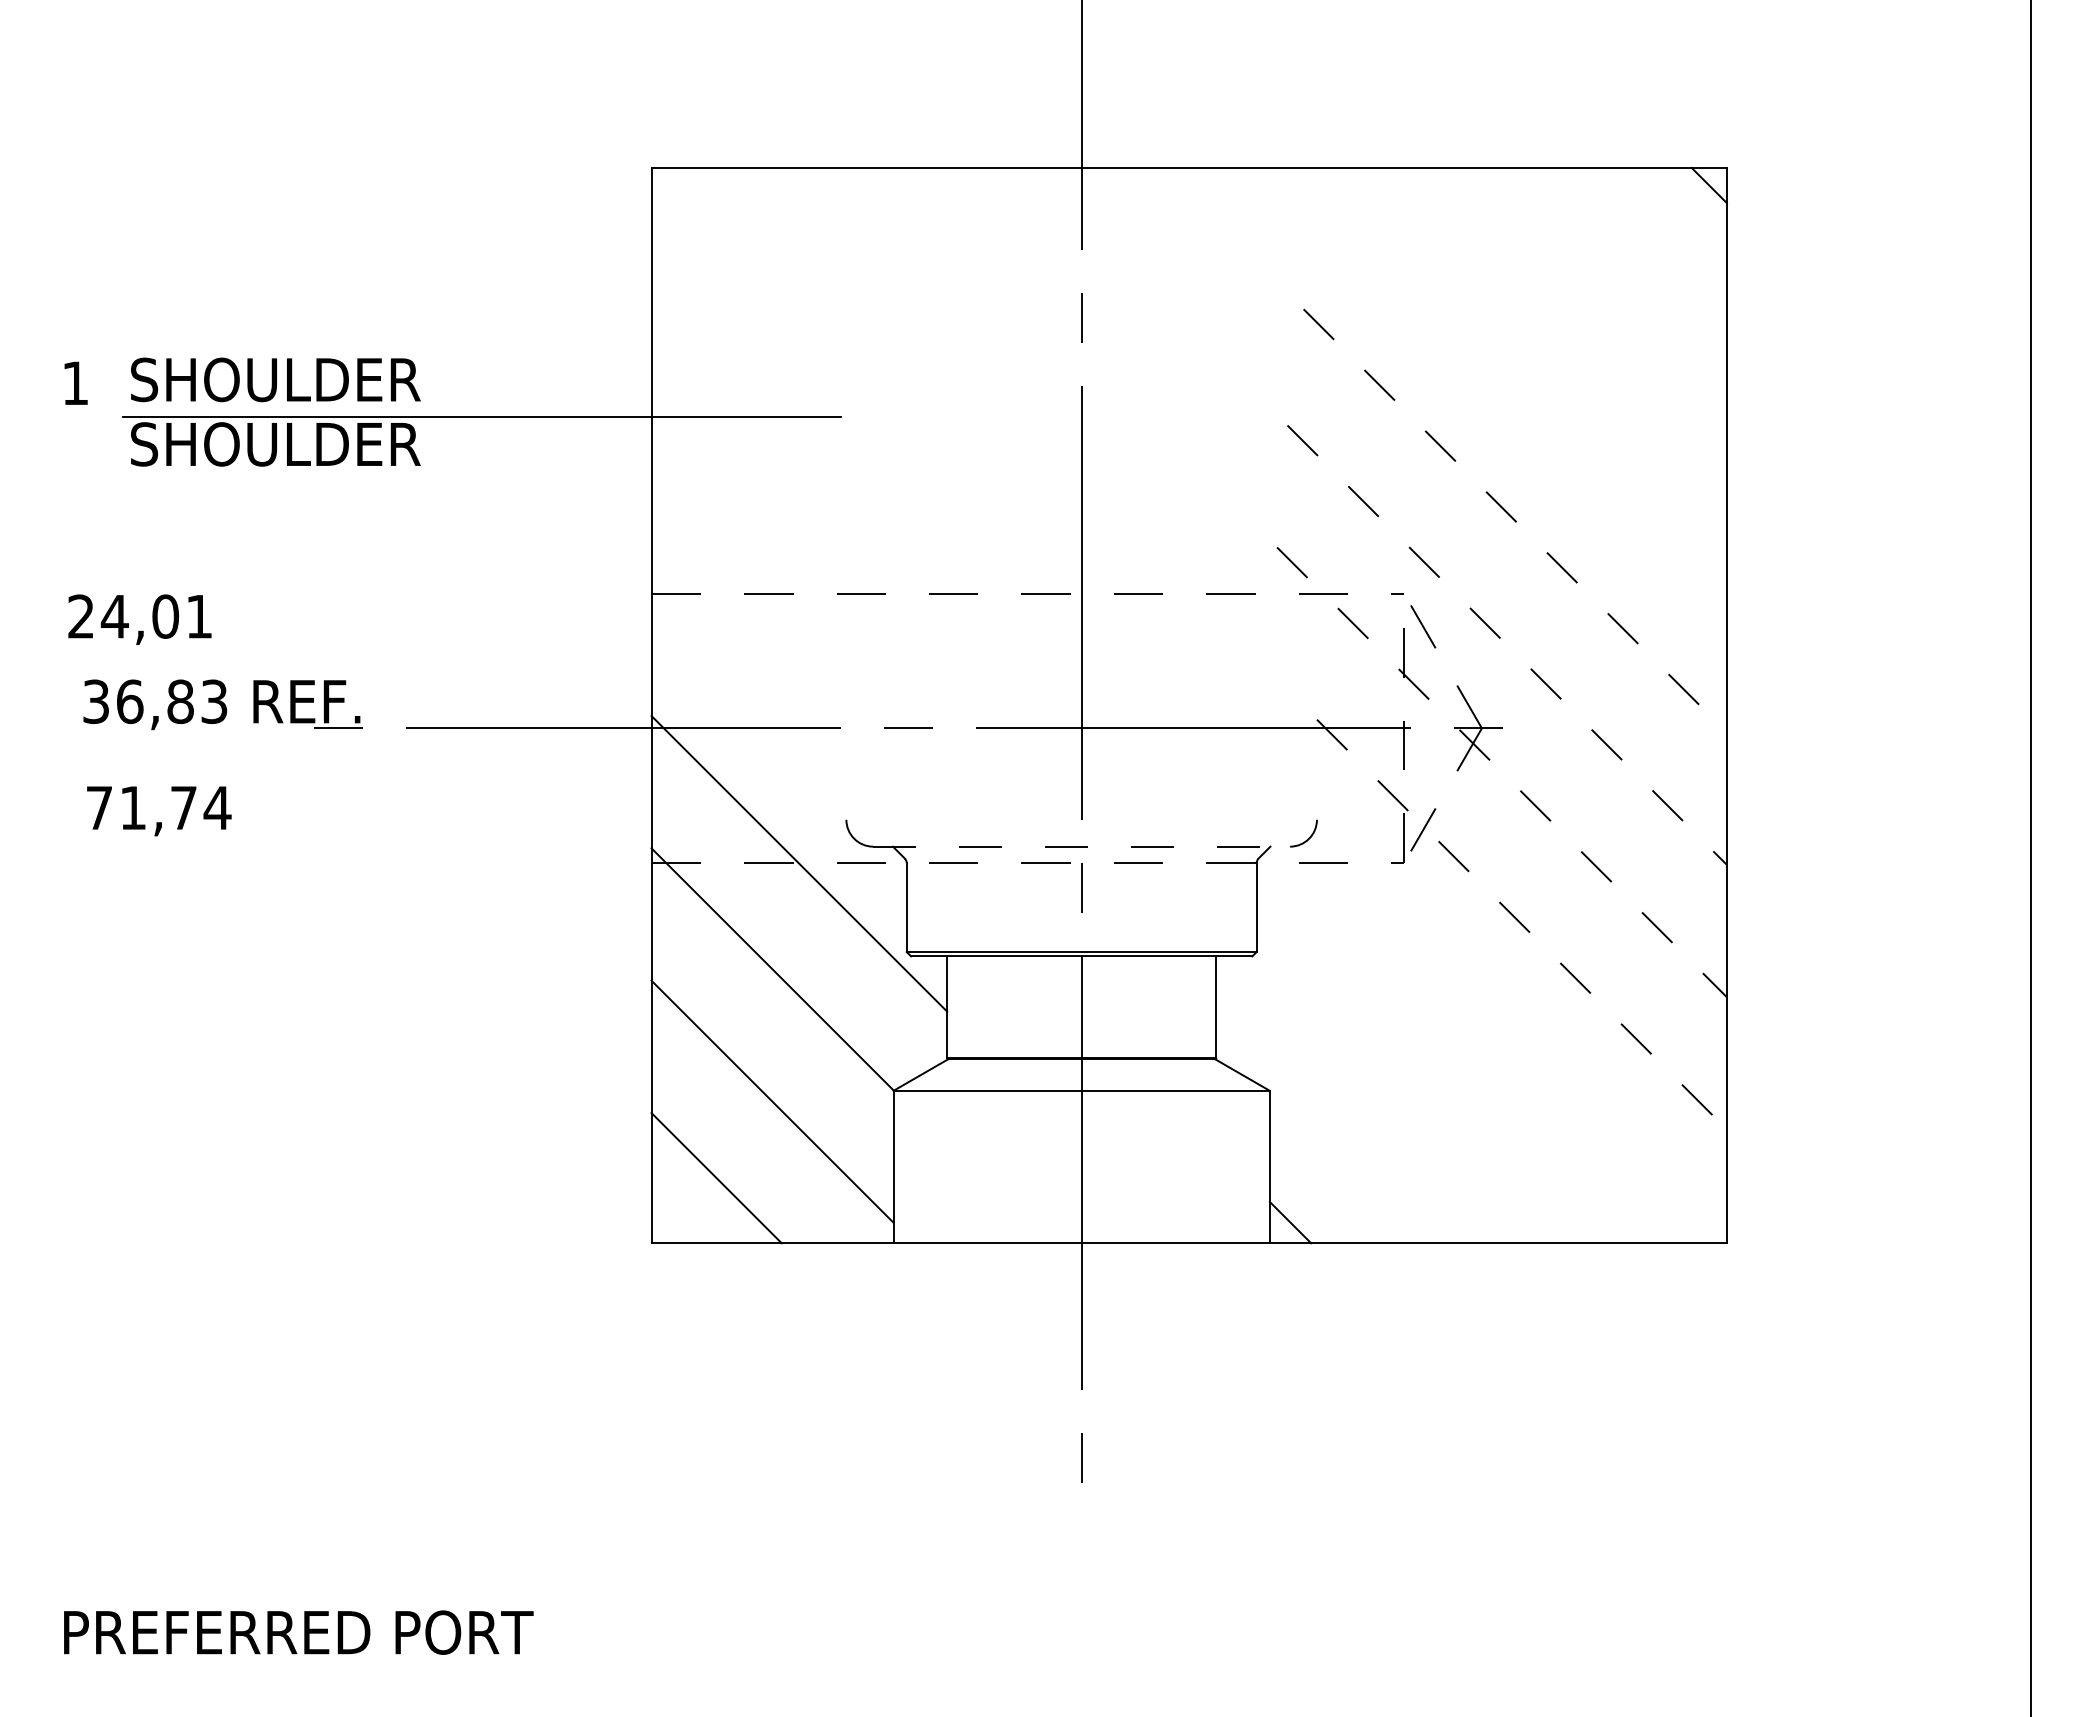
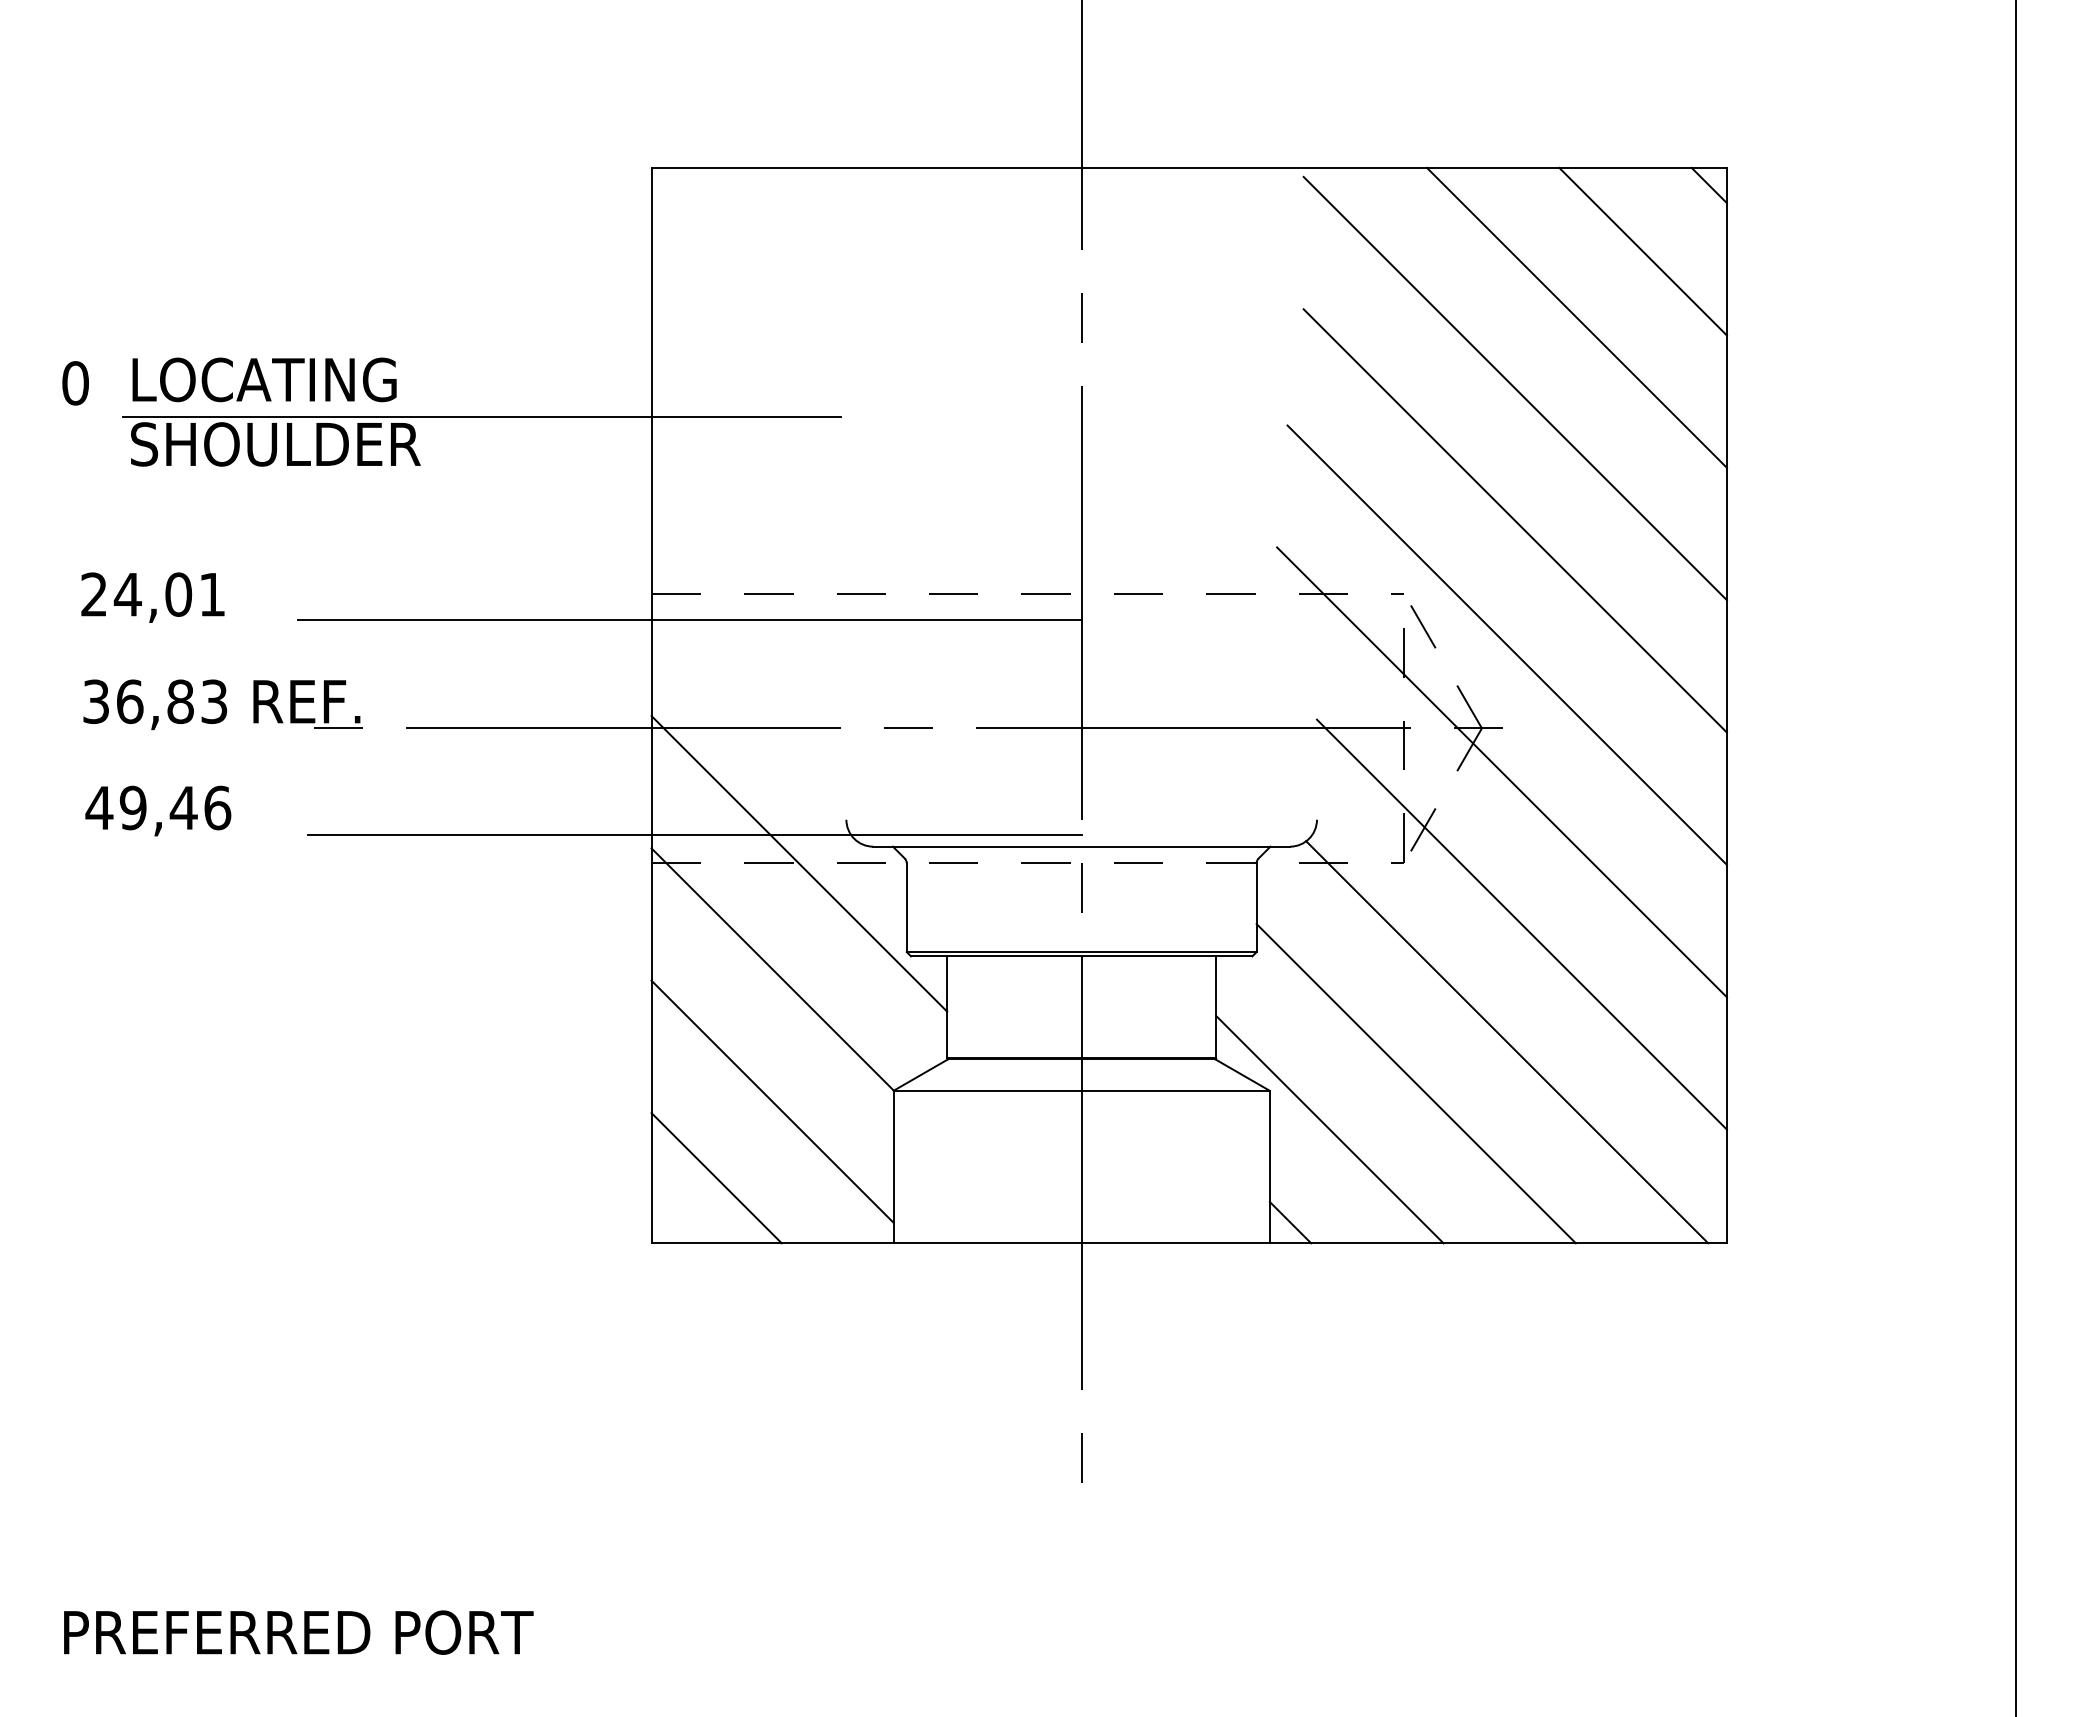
line at (1642, 251): none -> present
line at (1576, 317): none -> present
text at (275, 379): SHOULDER -> LOCATING
text at (75, 383): 1 -> 0
line at (1514, 388): none -> present
line at (1515, 521): dashed -> solid
text at (139, 619) position: (139, 619) -> (152, 597)
line at (689, 619): none -> present
line at (1507, 645): dashed -> solid
line at (1502, 772): dashed -> solid
text at (158, 807): 71,74 -> 49,46
line at (694, 835): none -> present
line at (1082, 846): dashed -> solid
line at (2030, 857) position: (2030, 857) -> (2015, 857)
line at (1521, 924): dashed -> solid
line at (1507, 1042): none -> present
line at (1415, 1083): none -> present
line at (1329, 1129): none -> present
